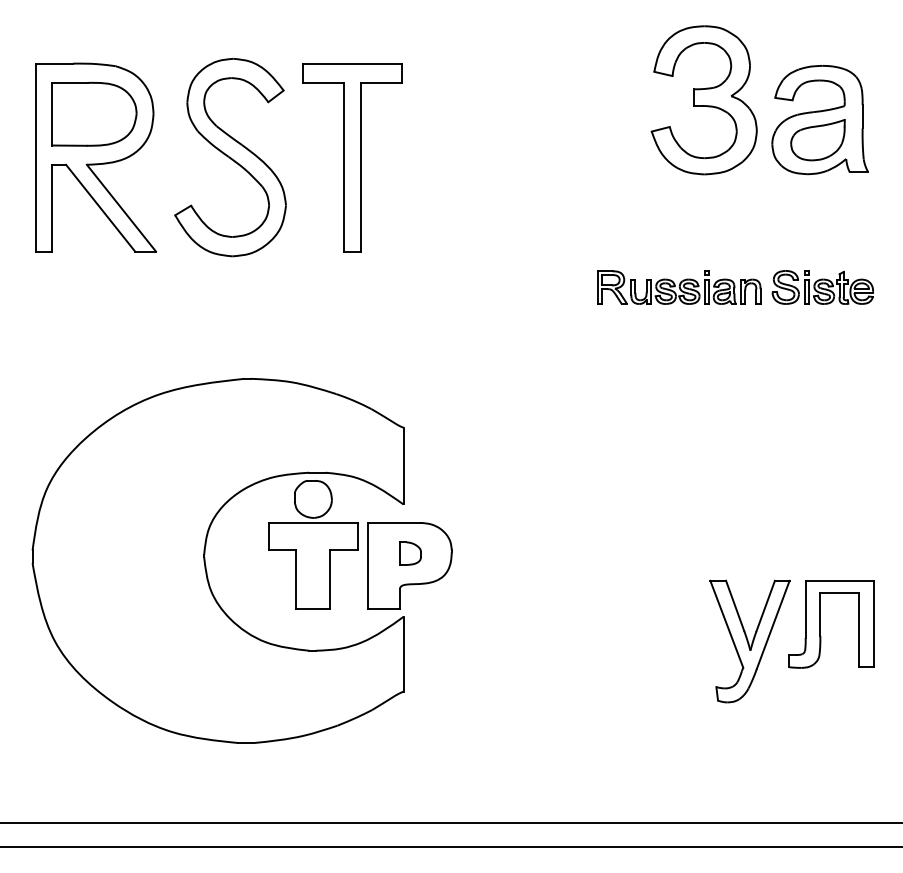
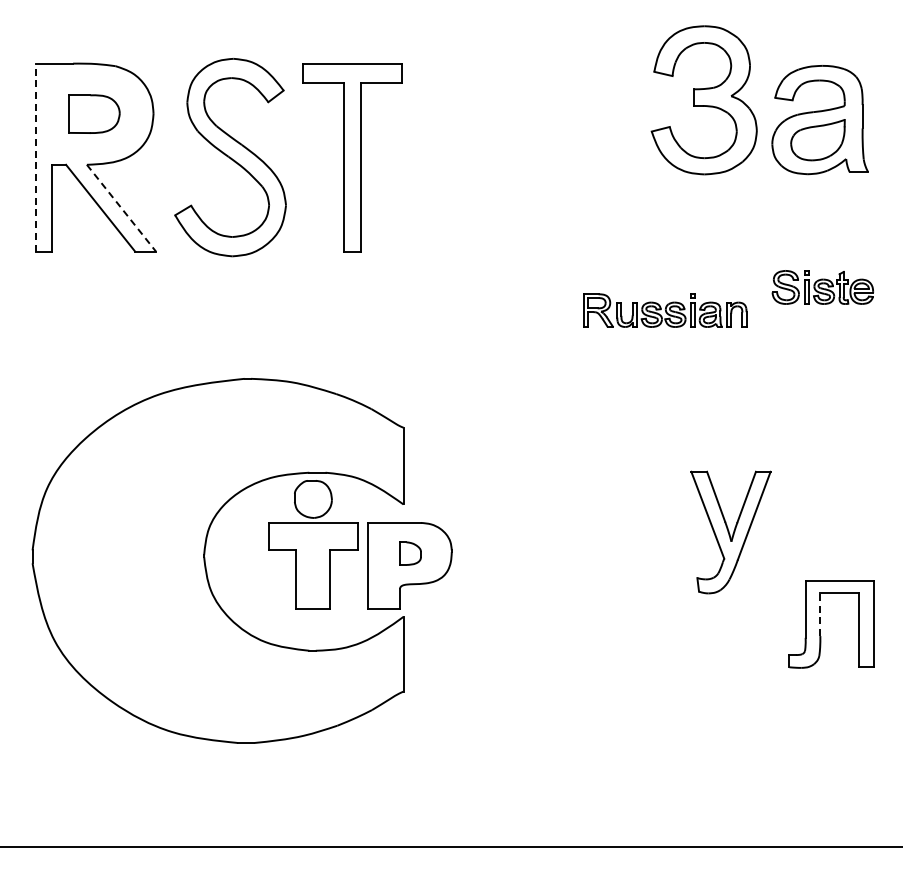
part at (94, 113) size: 87x66 px -> 53x40 px
line at (35, 157): solid -> dashed
line at (121, 208): solid -> dashed
part at (679, 287) position: (679, 287) -> (665, 310)
line at (820, 614): solid -> dashed
part at (749, 641) position: (749, 641) -> (730, 532)
line at (450, 823): present -> none
